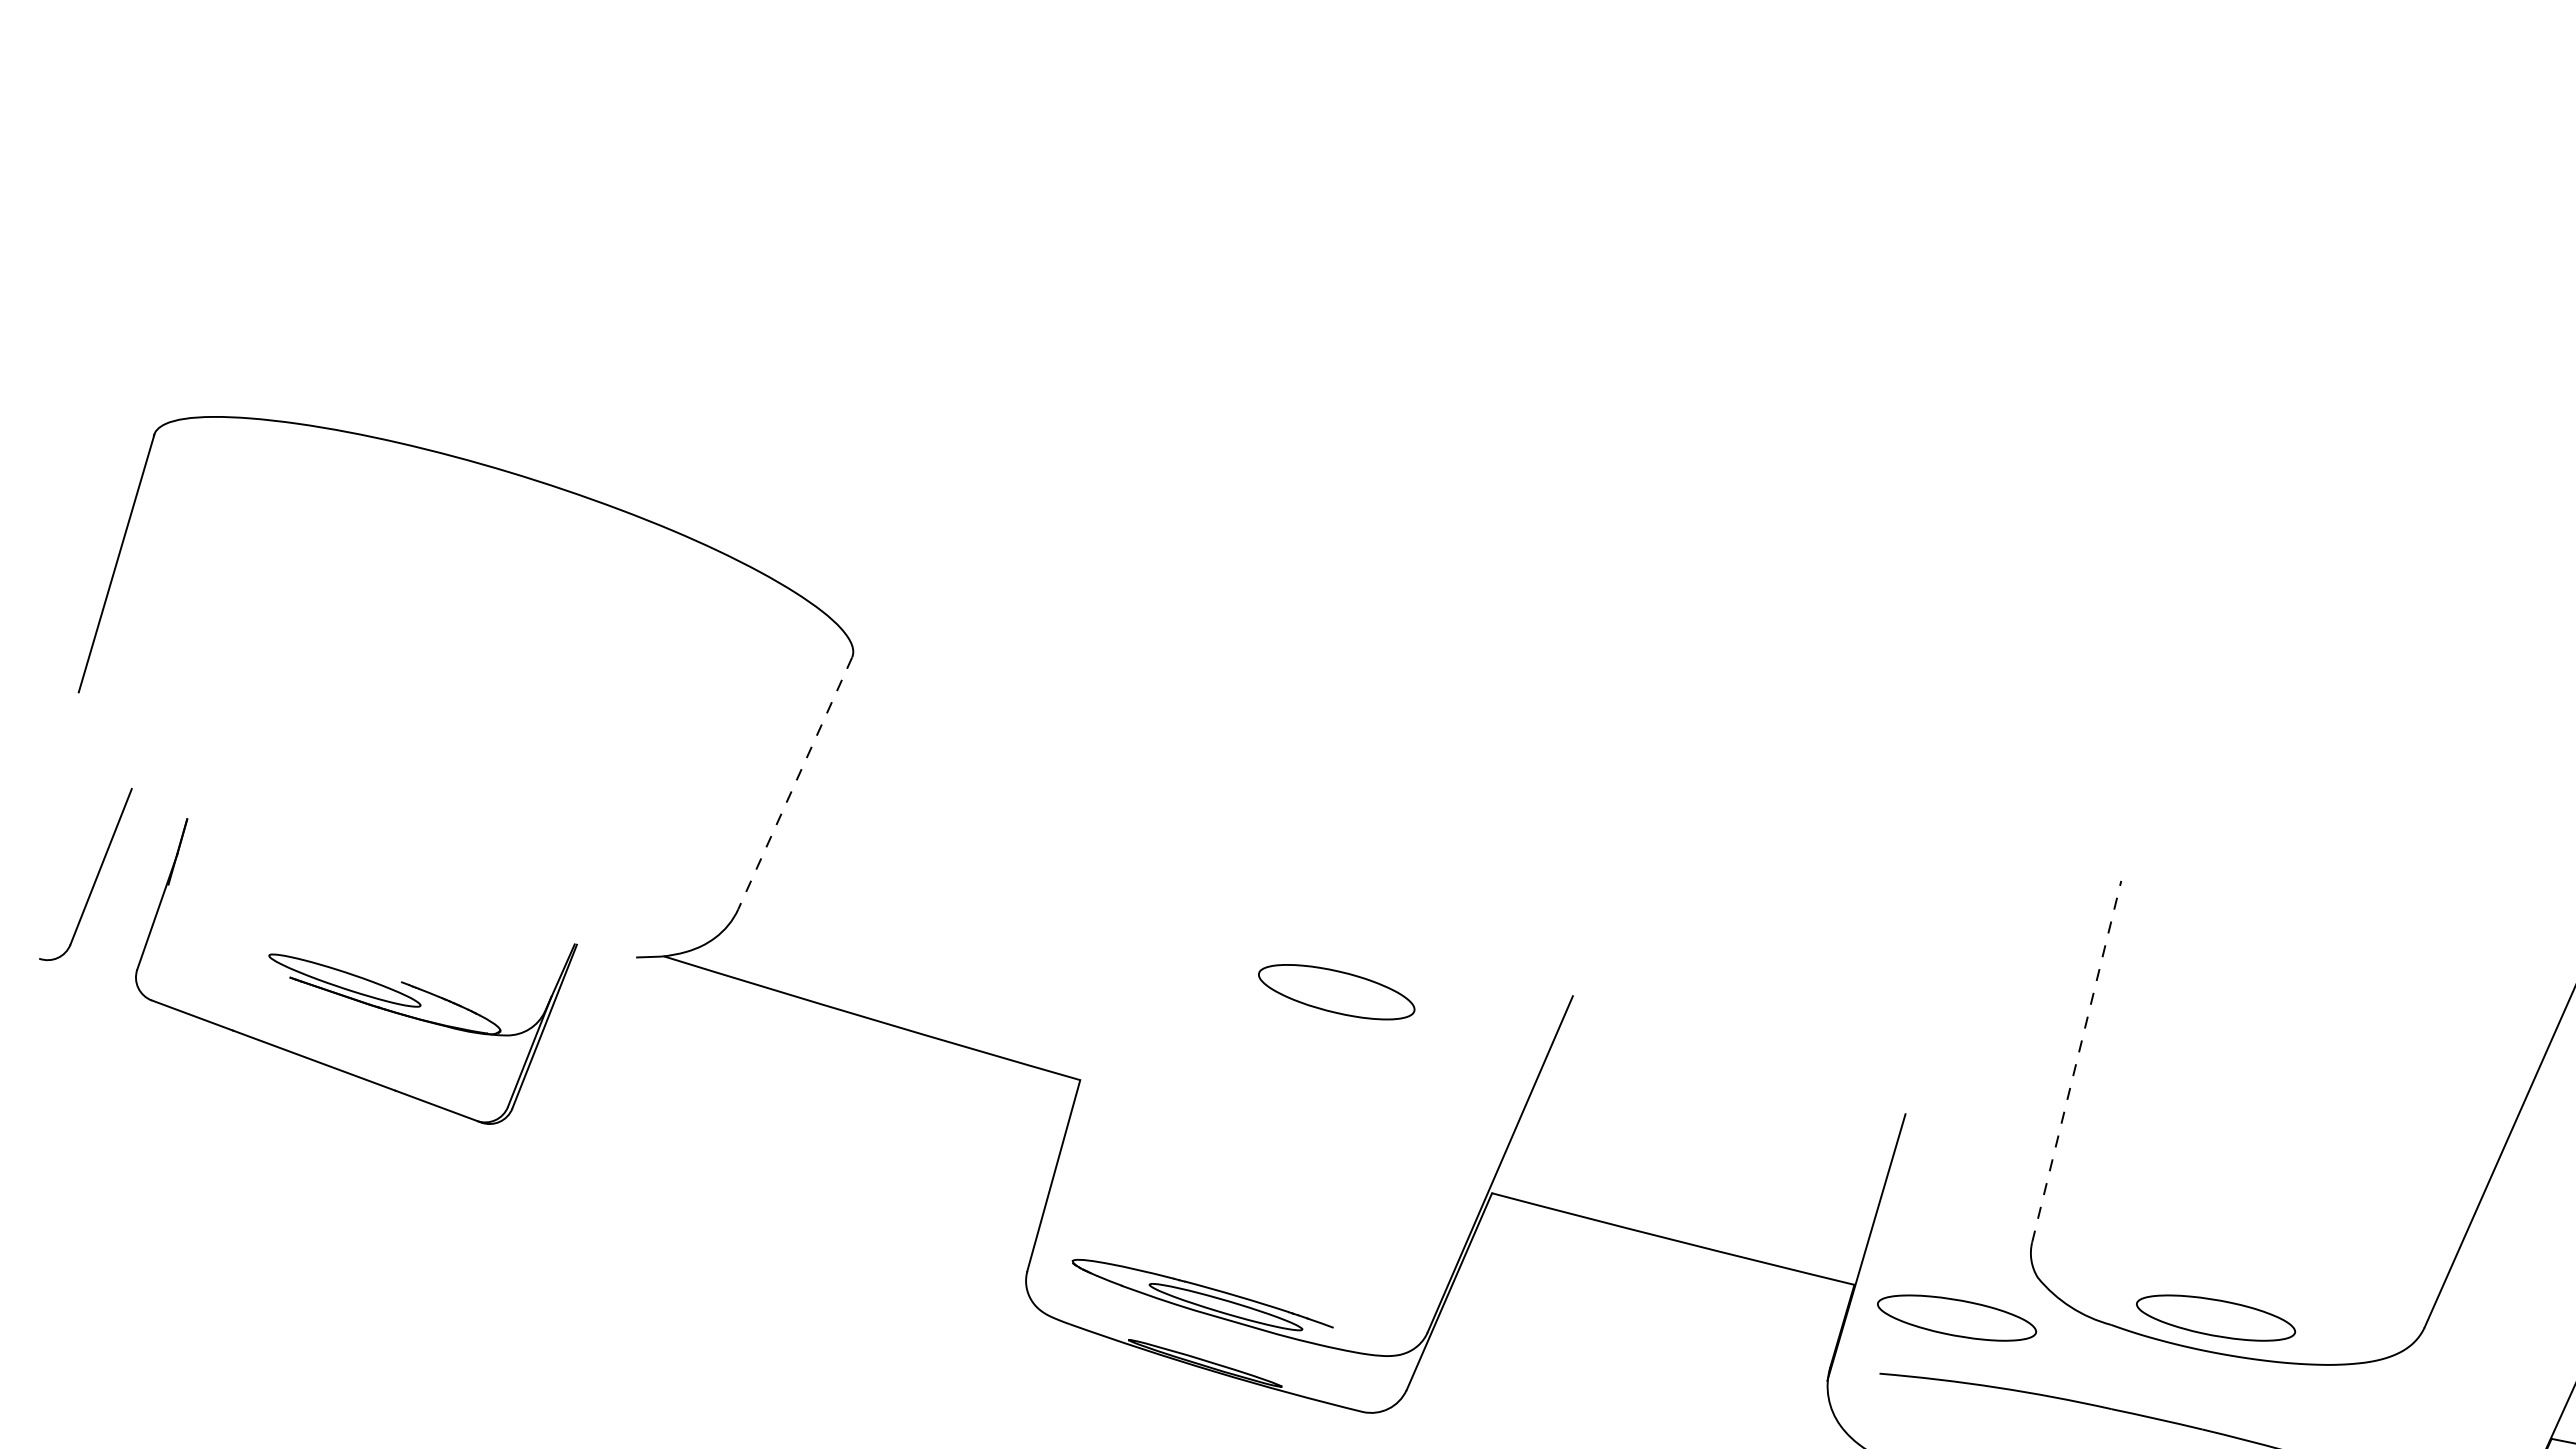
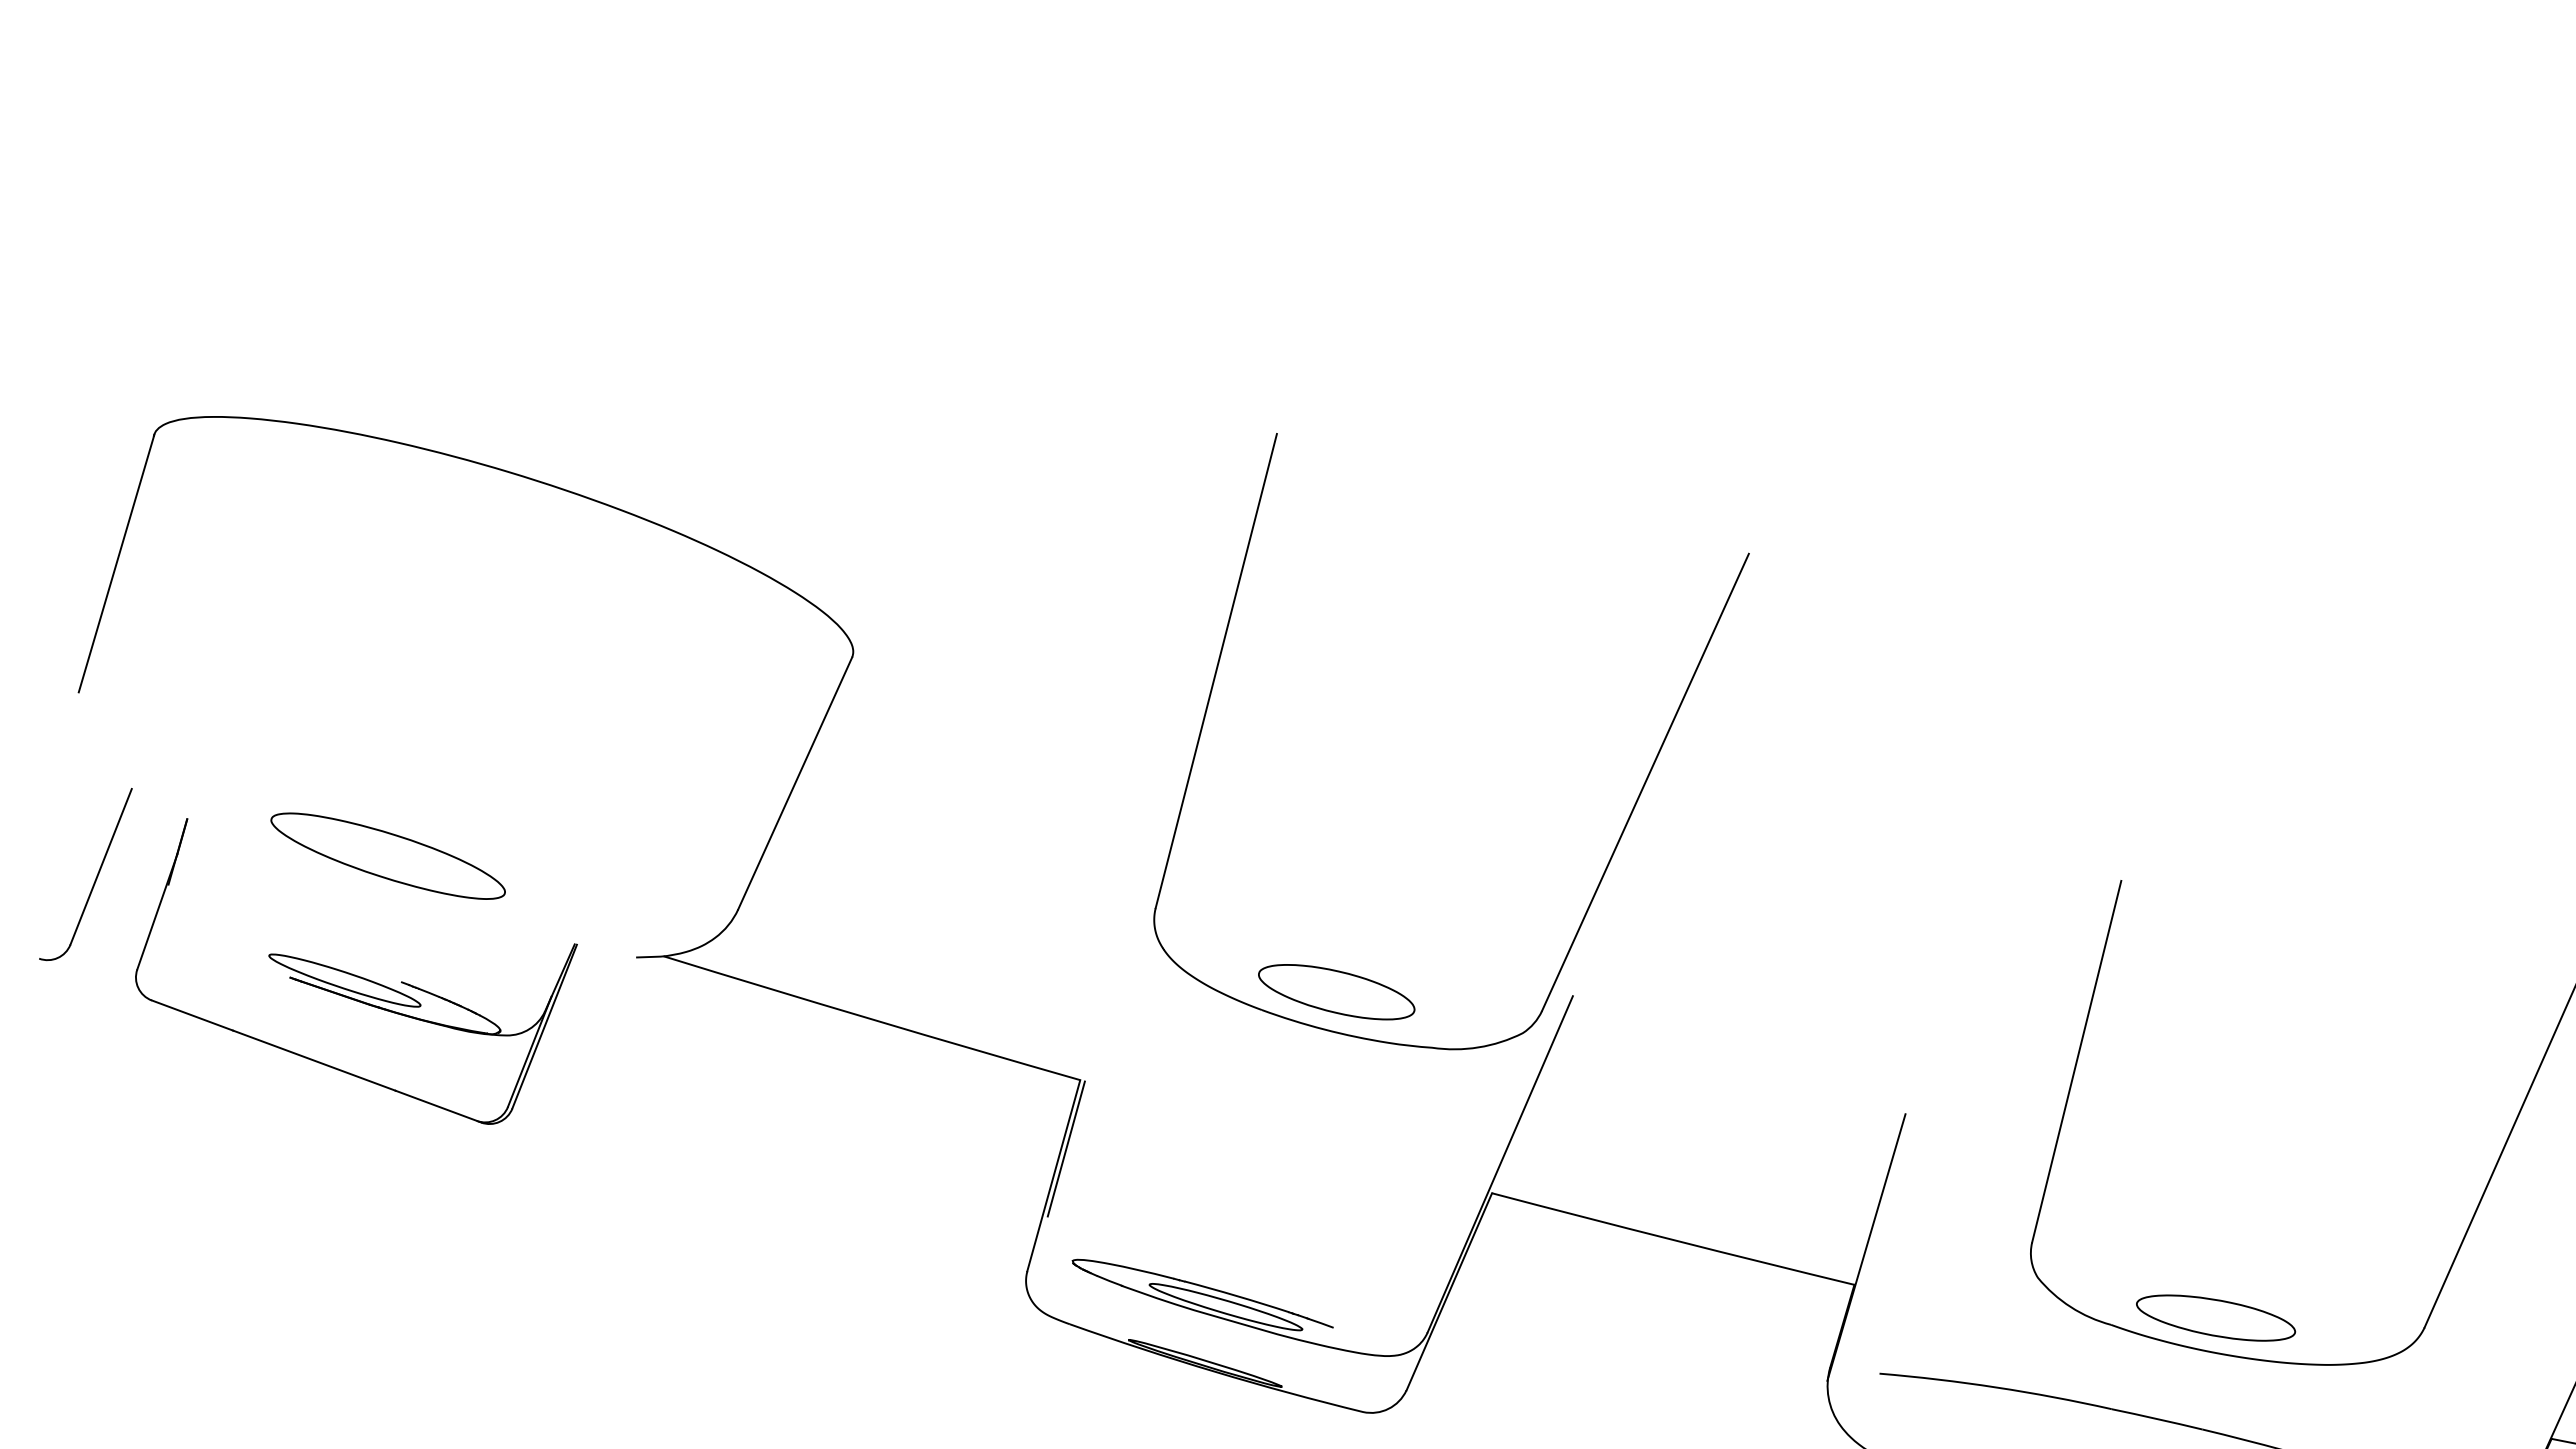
line at (794, 783): dashed -> solid
part at (1625, 823): none -> present
part at (387, 855): none -> present
line at (2076, 1061): dashed -> solid
line at (1065, 1148): none -> present
part at (1957, 1317): present -> none
